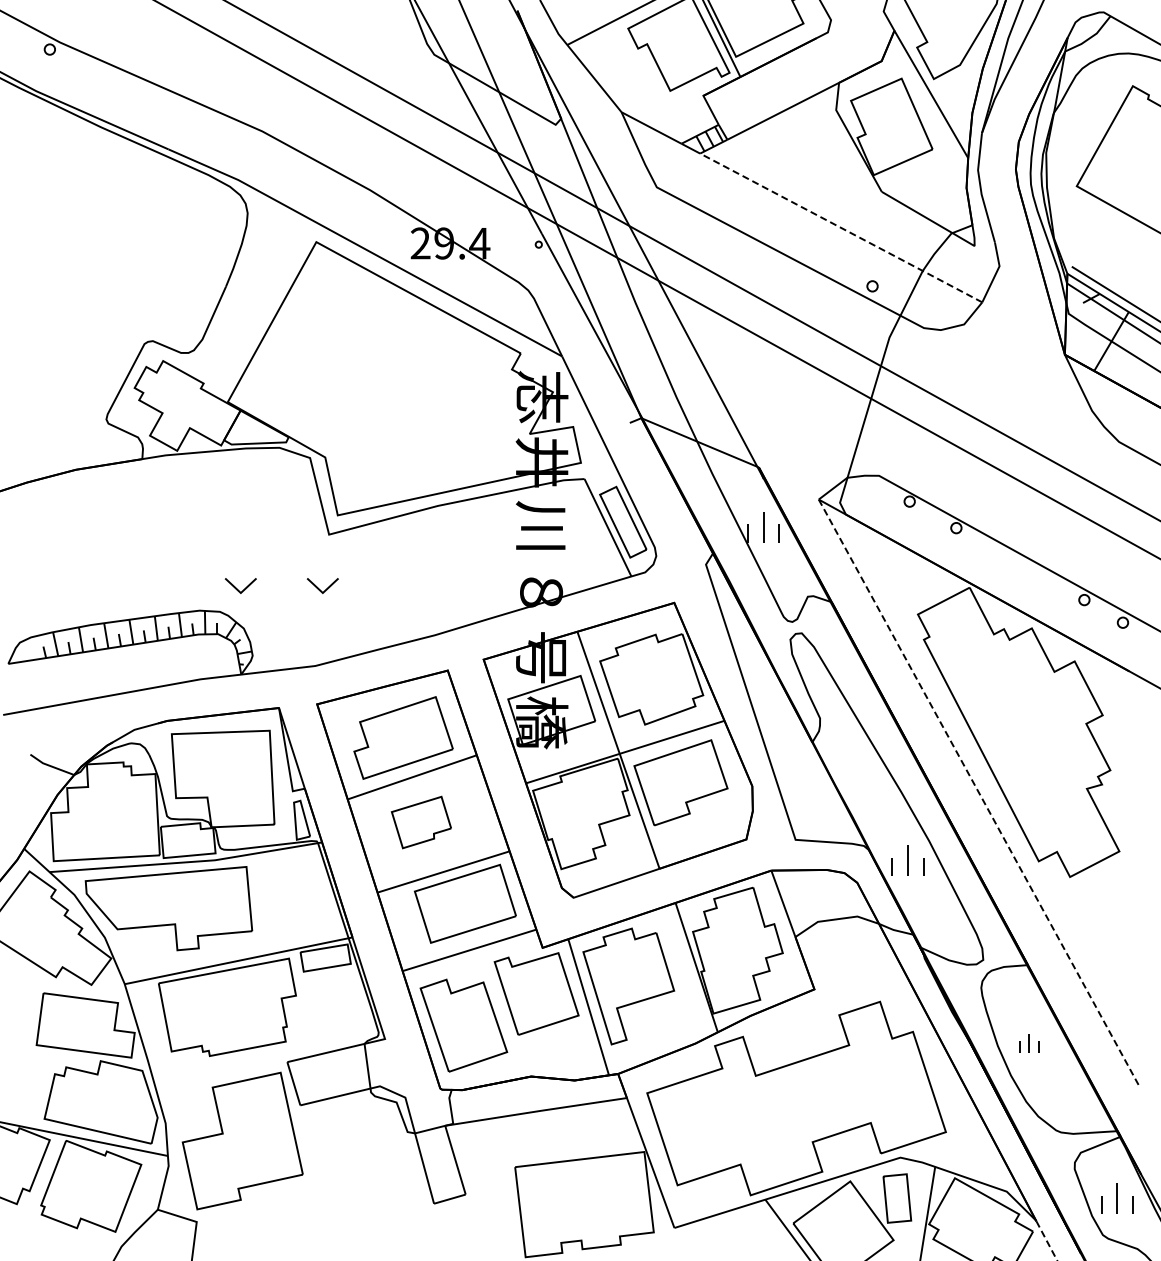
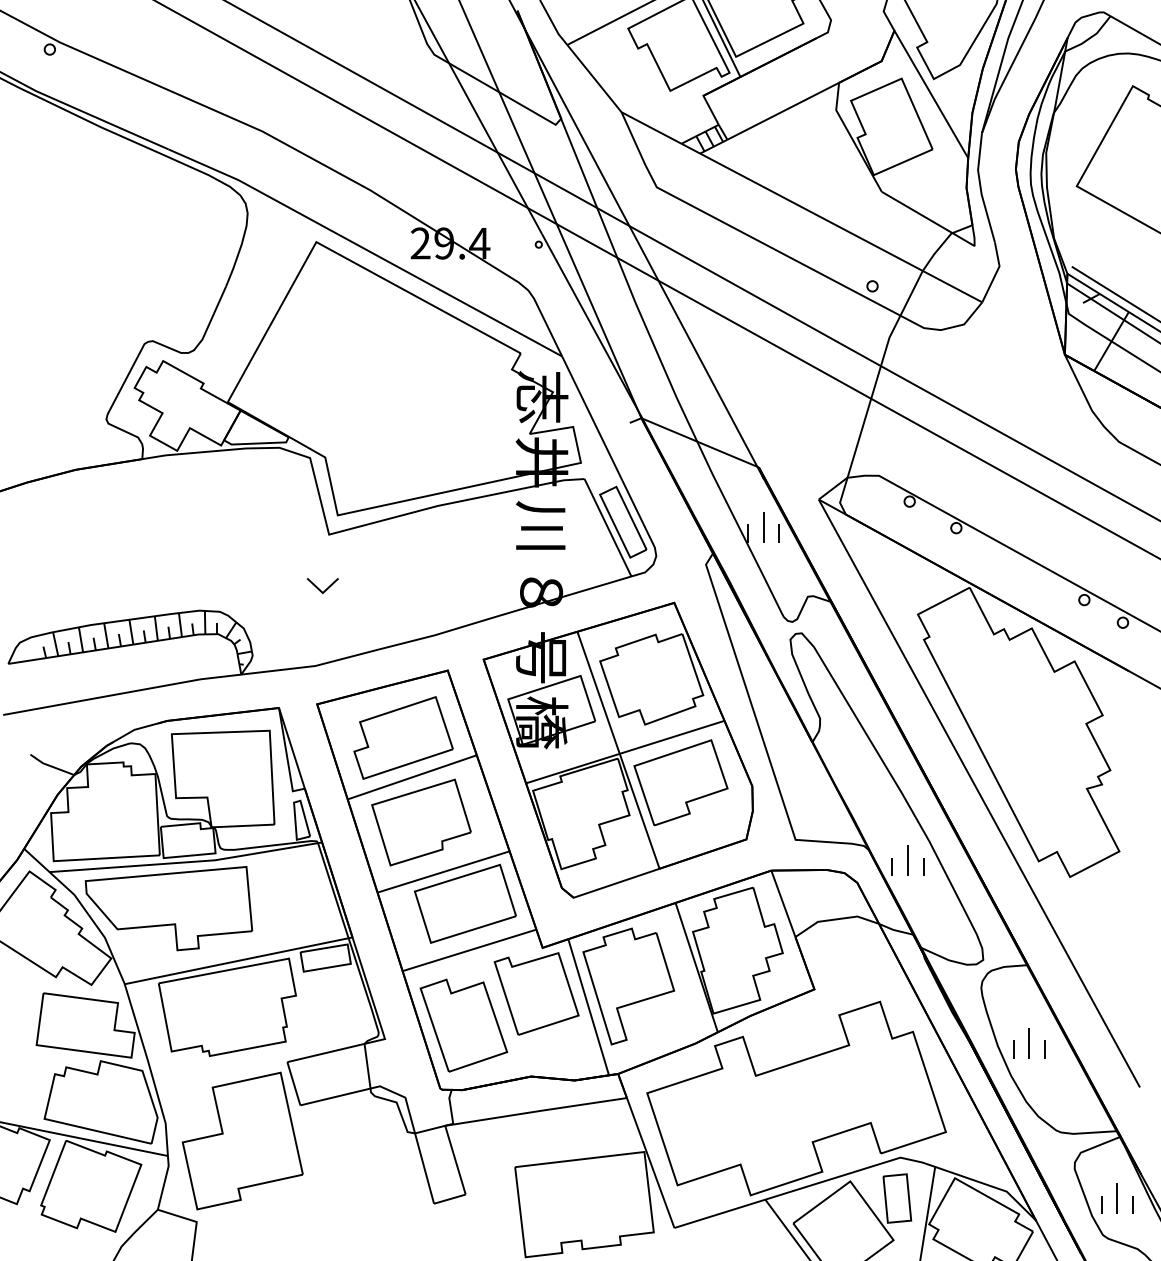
line at (841, 228): dashed -> solid
part at (240, 585): present -> none
line at (979, 794): dashed -> solid
part at (420, 822) size: 62x55 px -> 101x89 px
part at (1029, 1043) size: 21x19 px -> 33x31 px
line at (1046, 1241): dashed -> solid
